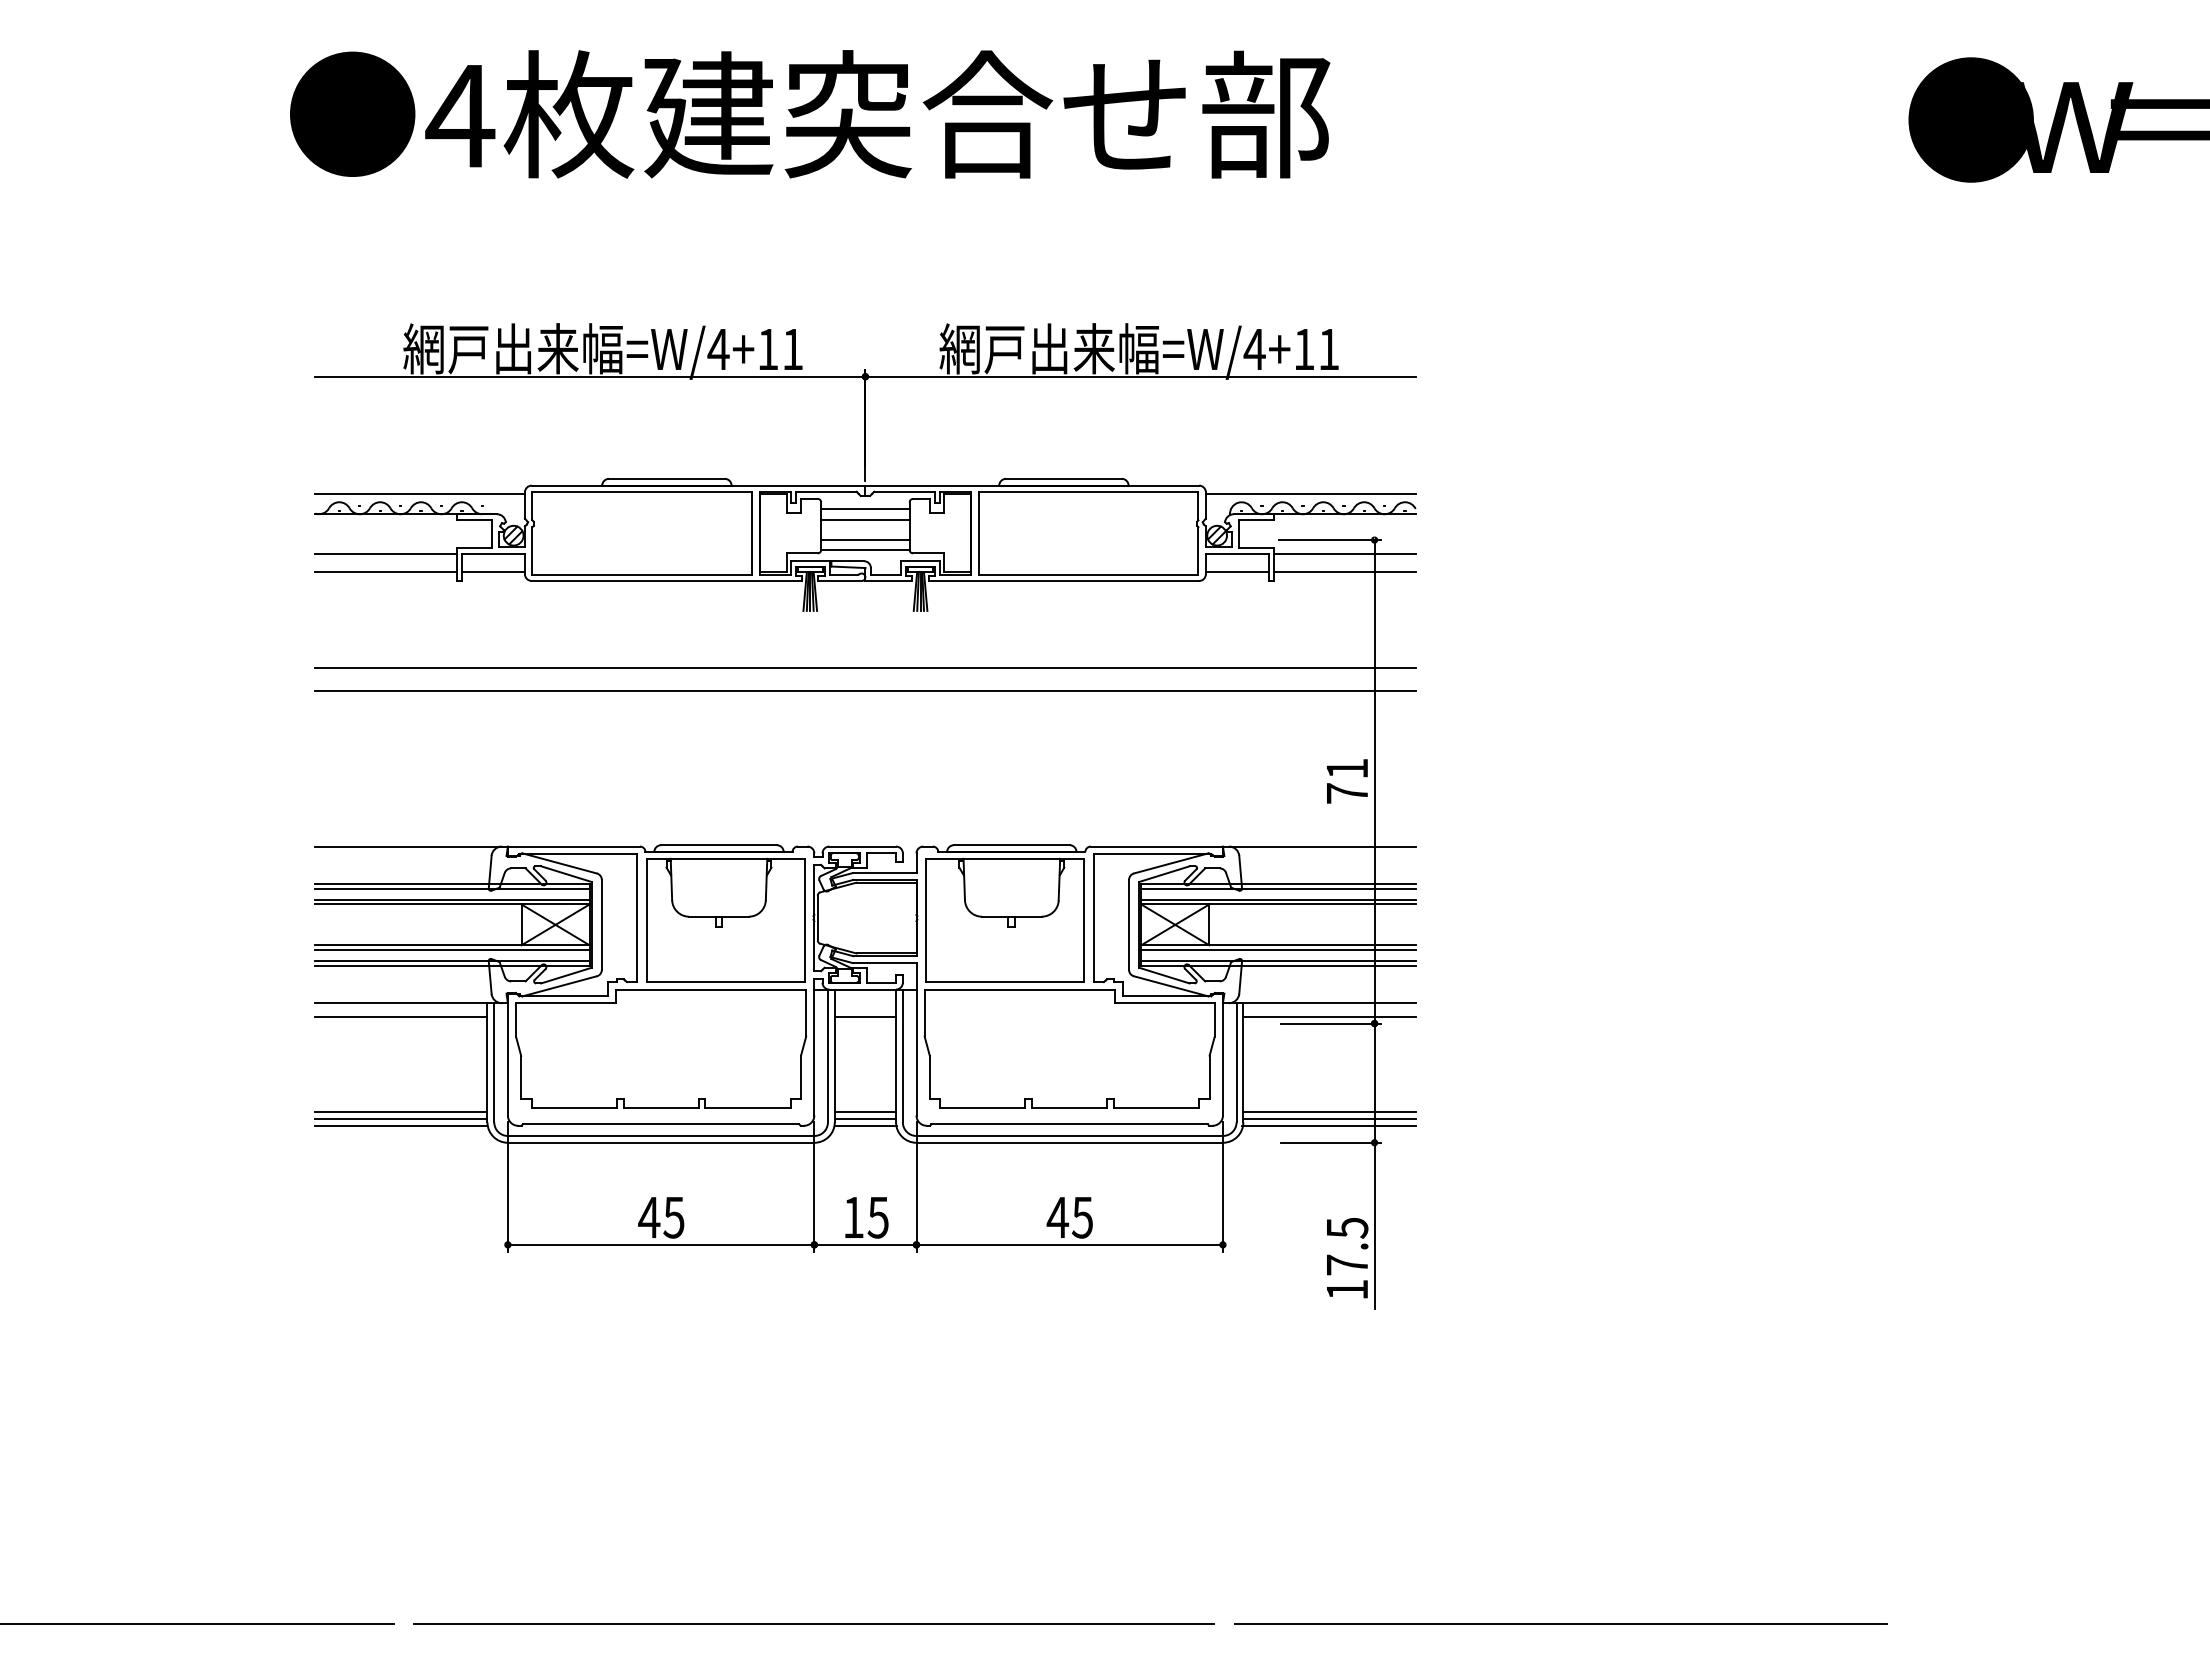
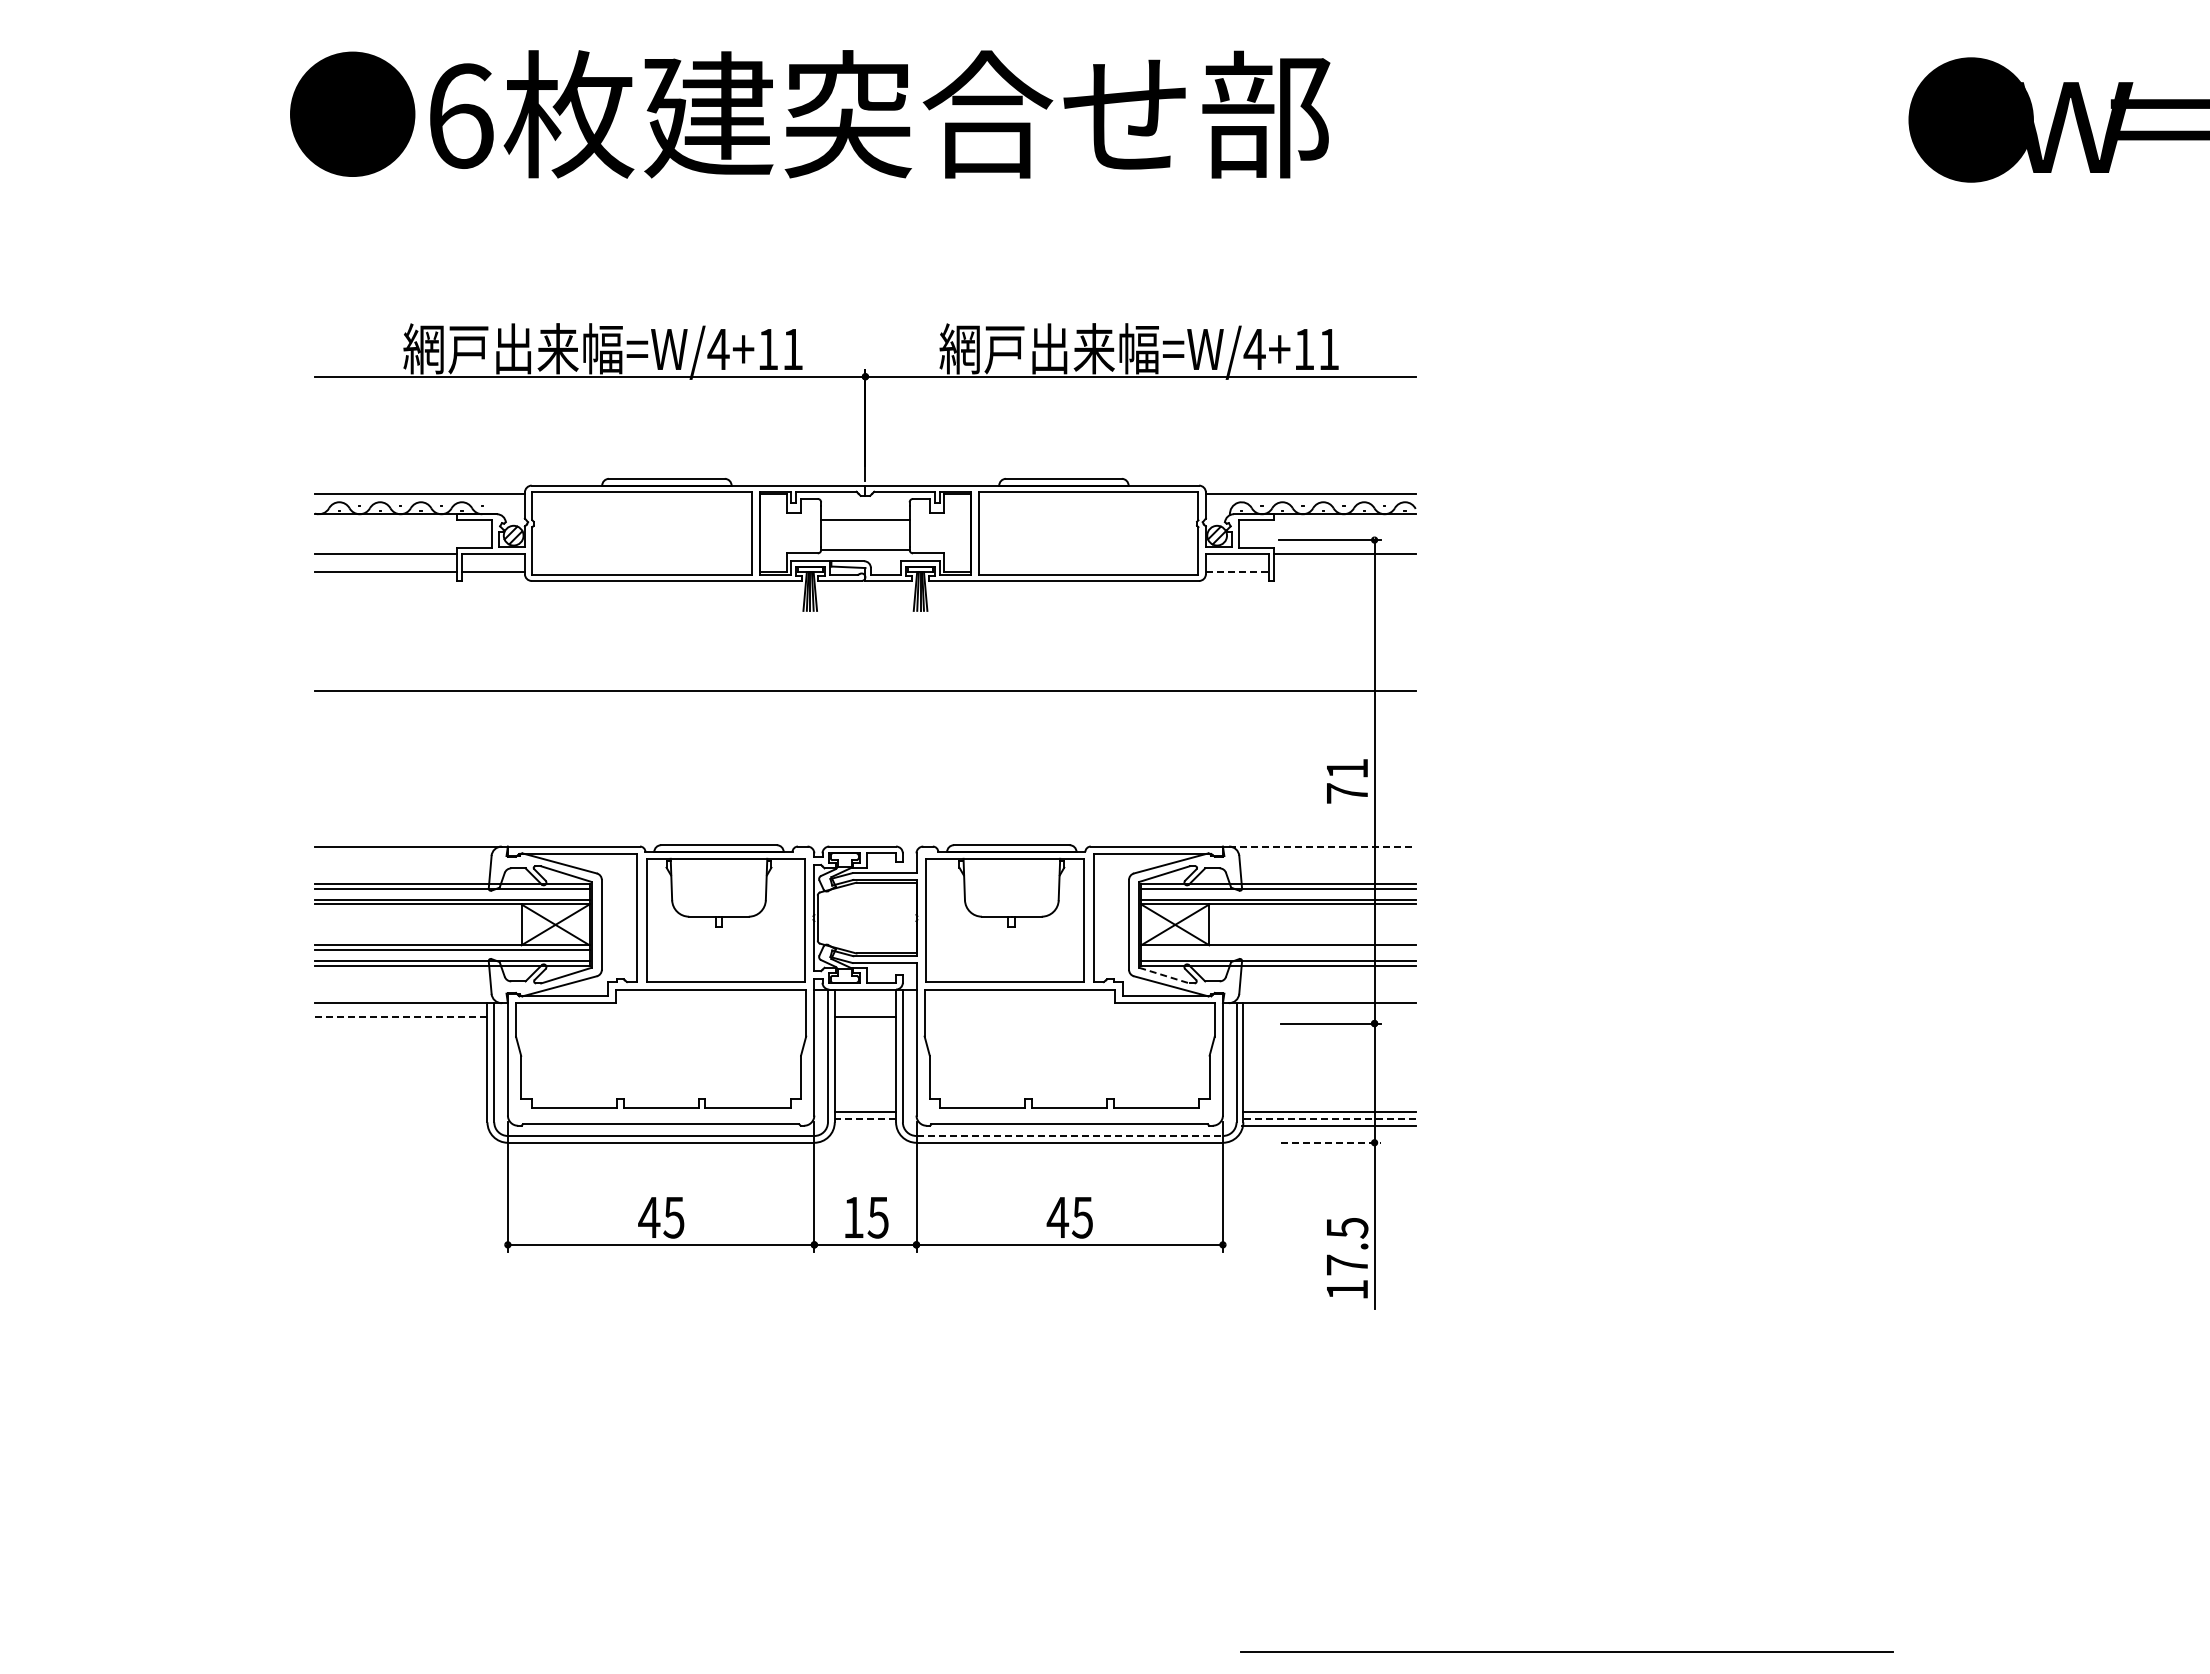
text at (460, 115): 4 -> 6
line at (865, 509): present -> none
line at (865, 540): present -> none
line at (1237, 572): solid -> dashed
line at (1344, 572): present -> none
line at (865, 668): present -> none
line at (1322, 846): solid -> dashed
line at (1278, 950): present -> none
line at (1164, 975): solid -> dashed
line at (401, 1017): solid -> dashed
line at (1329, 1017): present -> none
line at (401, 1112): present -> none
line at (401, 1118): present -> none
line at (865, 1118): solid -> dashed
line at (1329, 1118): solid -> dashed
line at (401, 1125): present -> none
line at (865, 1125): present -> none
line at (1070, 1135): solid -> dashed
line at (1331, 1142): solid -> dashed
line at (197, 1623): present -> none
line at (813, 1623): present -> none
line at (1560, 1623) position: (1560, 1623) -> (1566, 1651)
